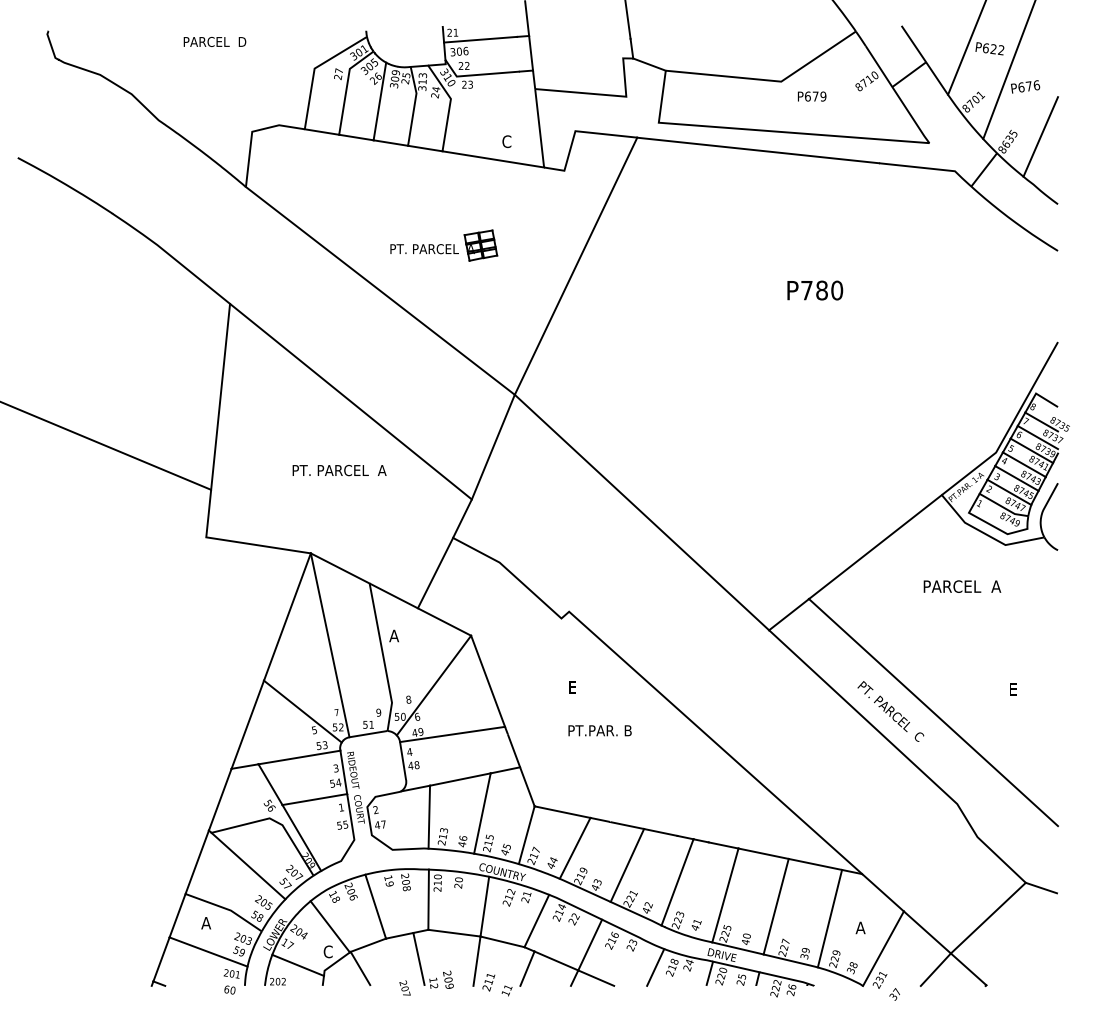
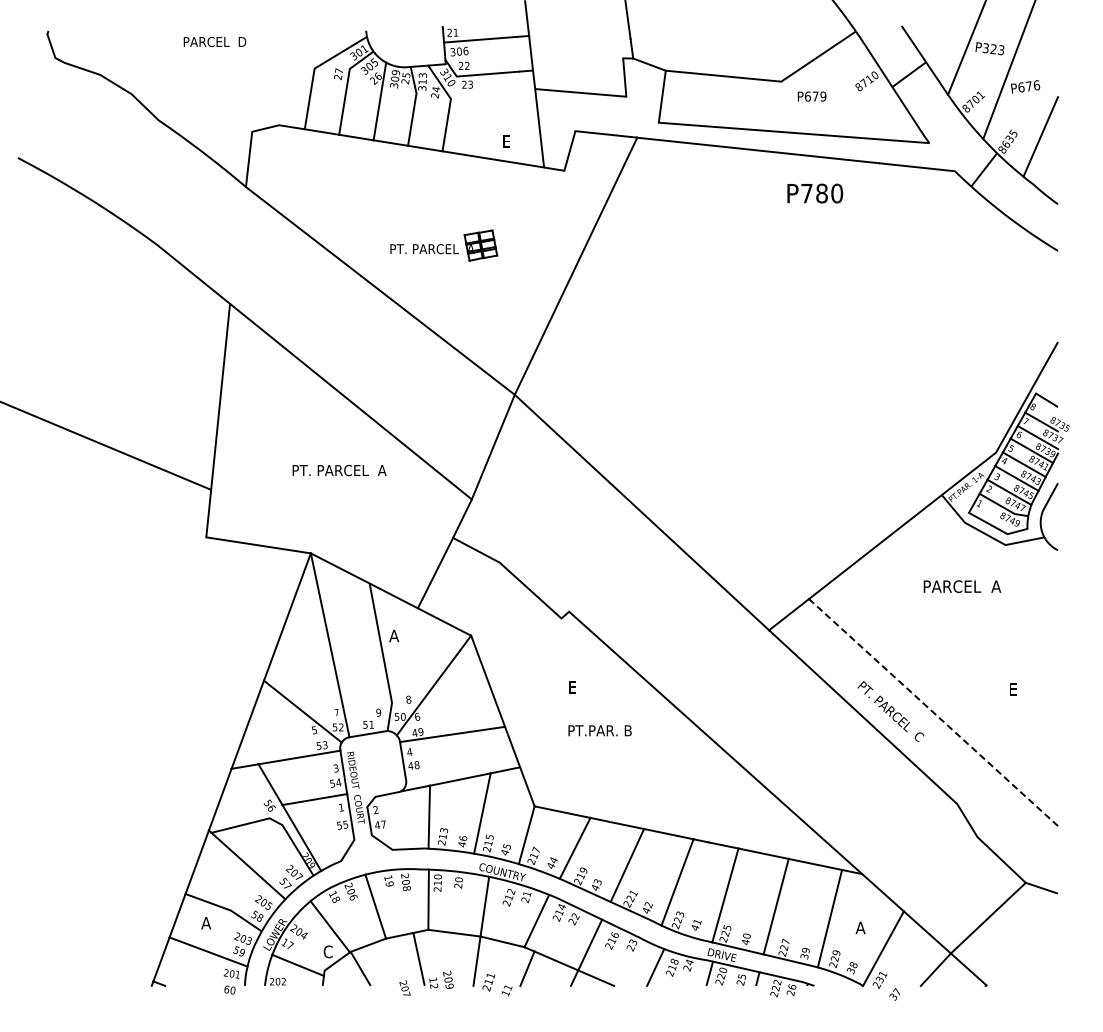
text at (993, 49): P622 -> P323
text at (506, 141): C -> E
text at (815, 290) position: (815, 290) -> (815, 193)
line at (933, 712): solid -> dashed
